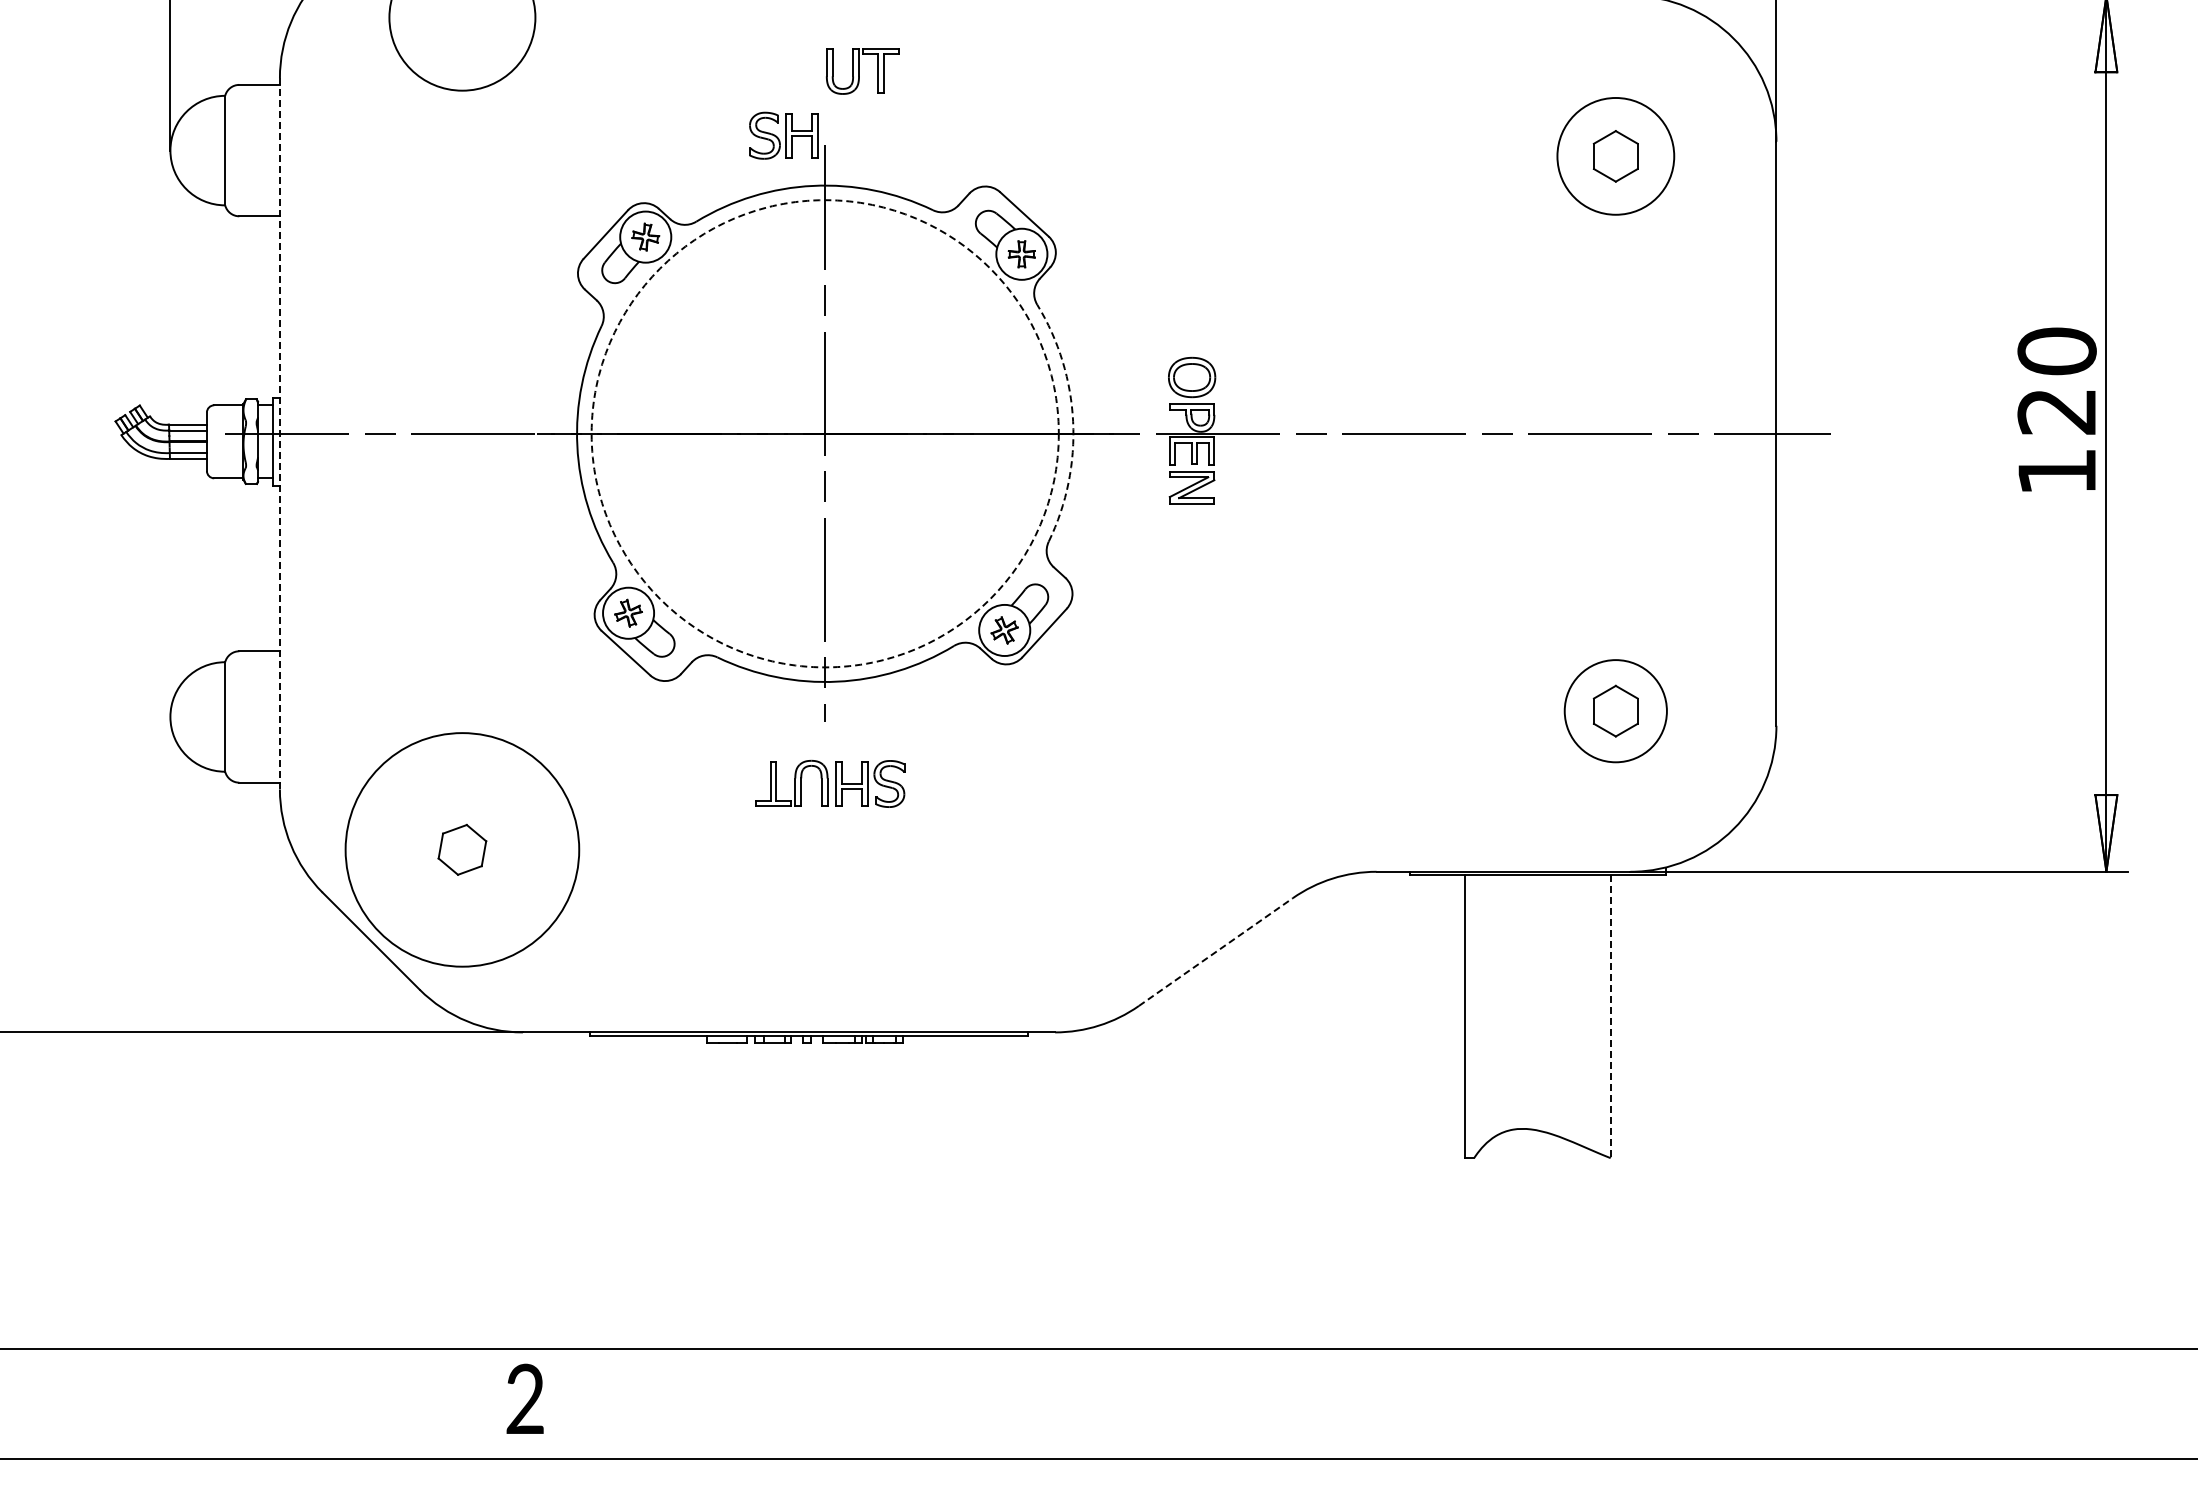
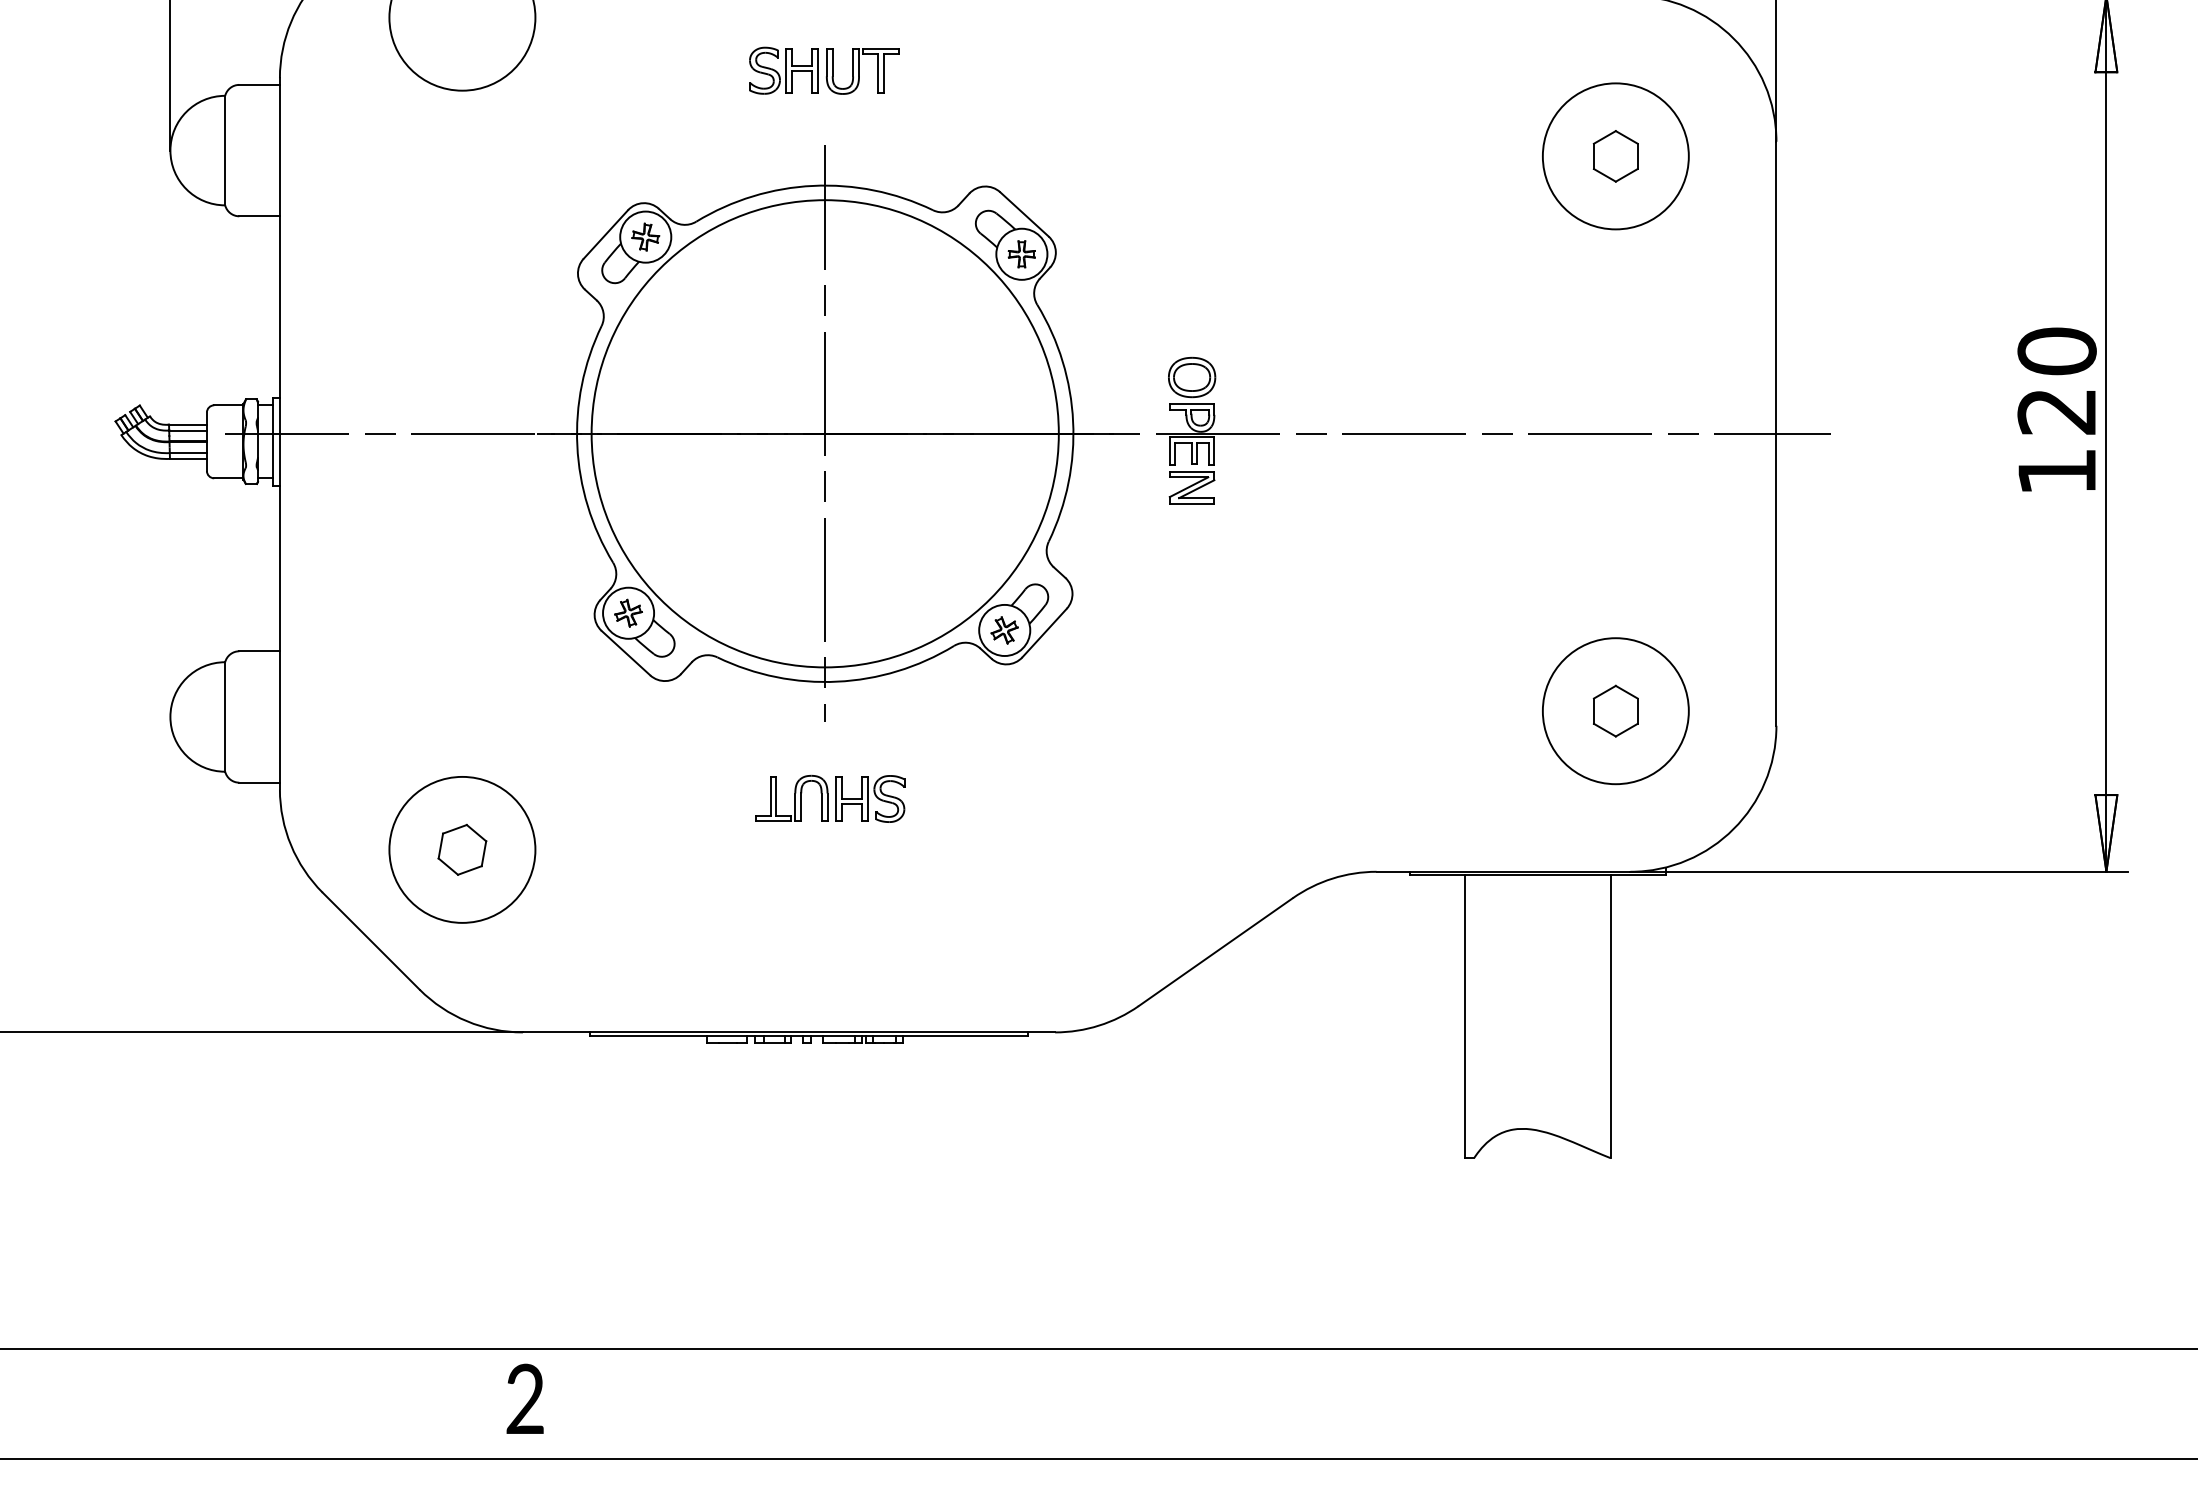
part at (783, 135) position: (783, 135) -> (783, 70)
circle at (1615, 156) diameter: 117 px -> 146 px
arc at (1073, 421): dashed -> solid
line at (279, 433): dashed -> solid
circle at (824, 433): dashed -> solid
circle at (1615, 711) diameter: 102 px -> 146 px
part at (830, 783) position: (830, 783) -> (830, 798)
circle at (462, 849) diameter: 234 px -> 146 px
line at (1215, 952): dashed -> solid
line at (1610, 1017): dashed -> solid
